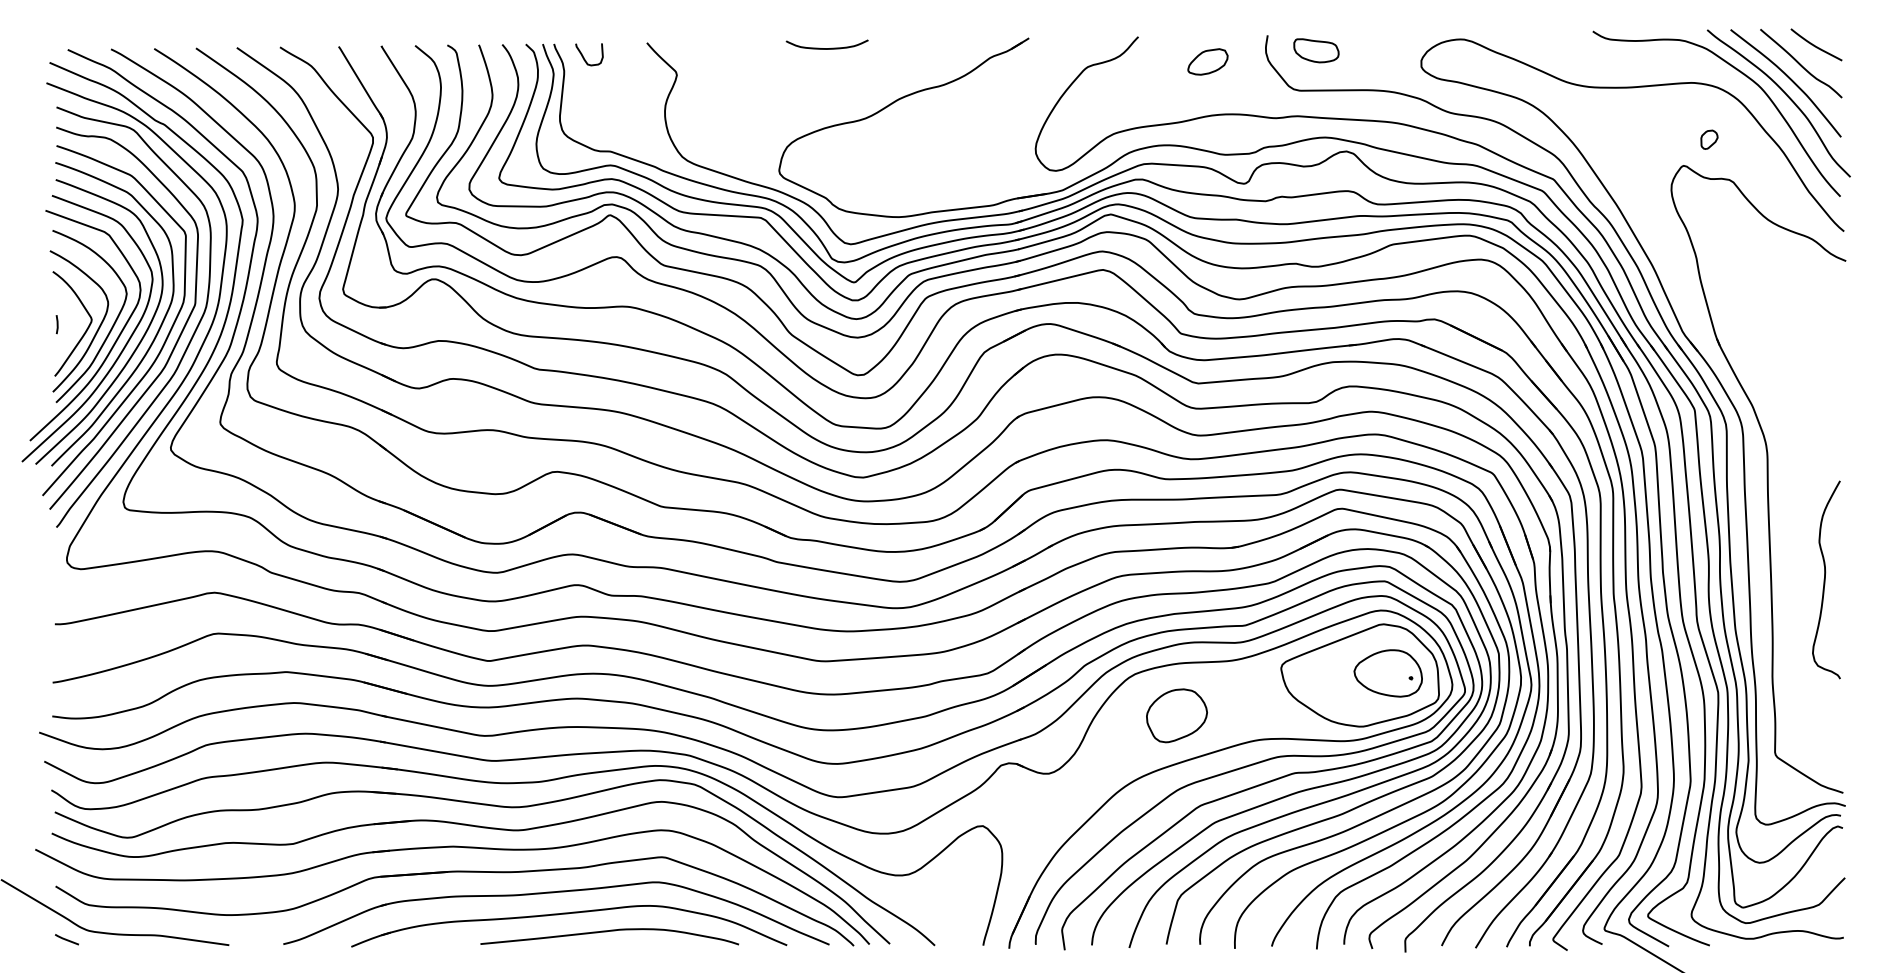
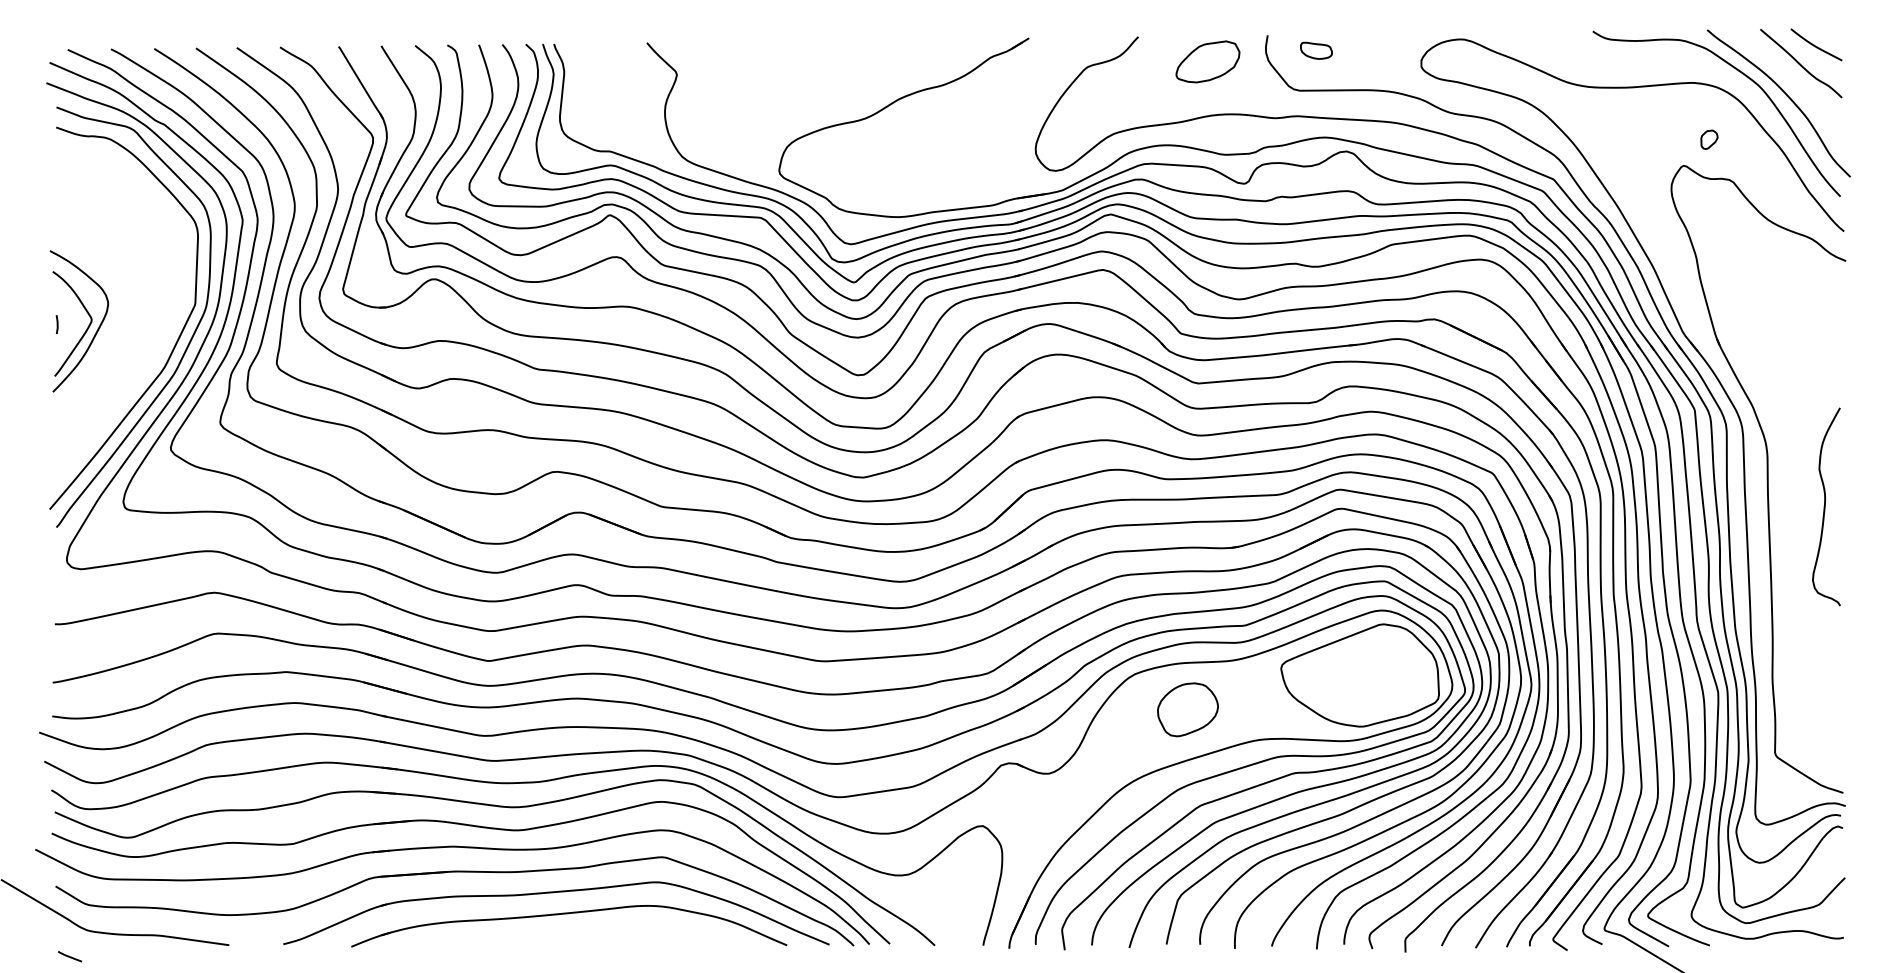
curve at (826, 48): present -> none
part at (1316, 50) size: 47x26 px -> 33x19 px
curve at (584, 57): present -> none
part at (1207, 61) size: 42x28 px -> 66x44 px
curve at (1789, 79): present -> none
part at (112, 325): present -> none
curve at (1825, 579) position: (1825, 579) -> (1825, 506)
part at (1387, 673): present -> none
part at (1176, 715) position: (1176, 715) -> (1187, 709)
curve at (609, 931): present -> none
line at (66, 939) position: (66, 939) -> (69, 956)
